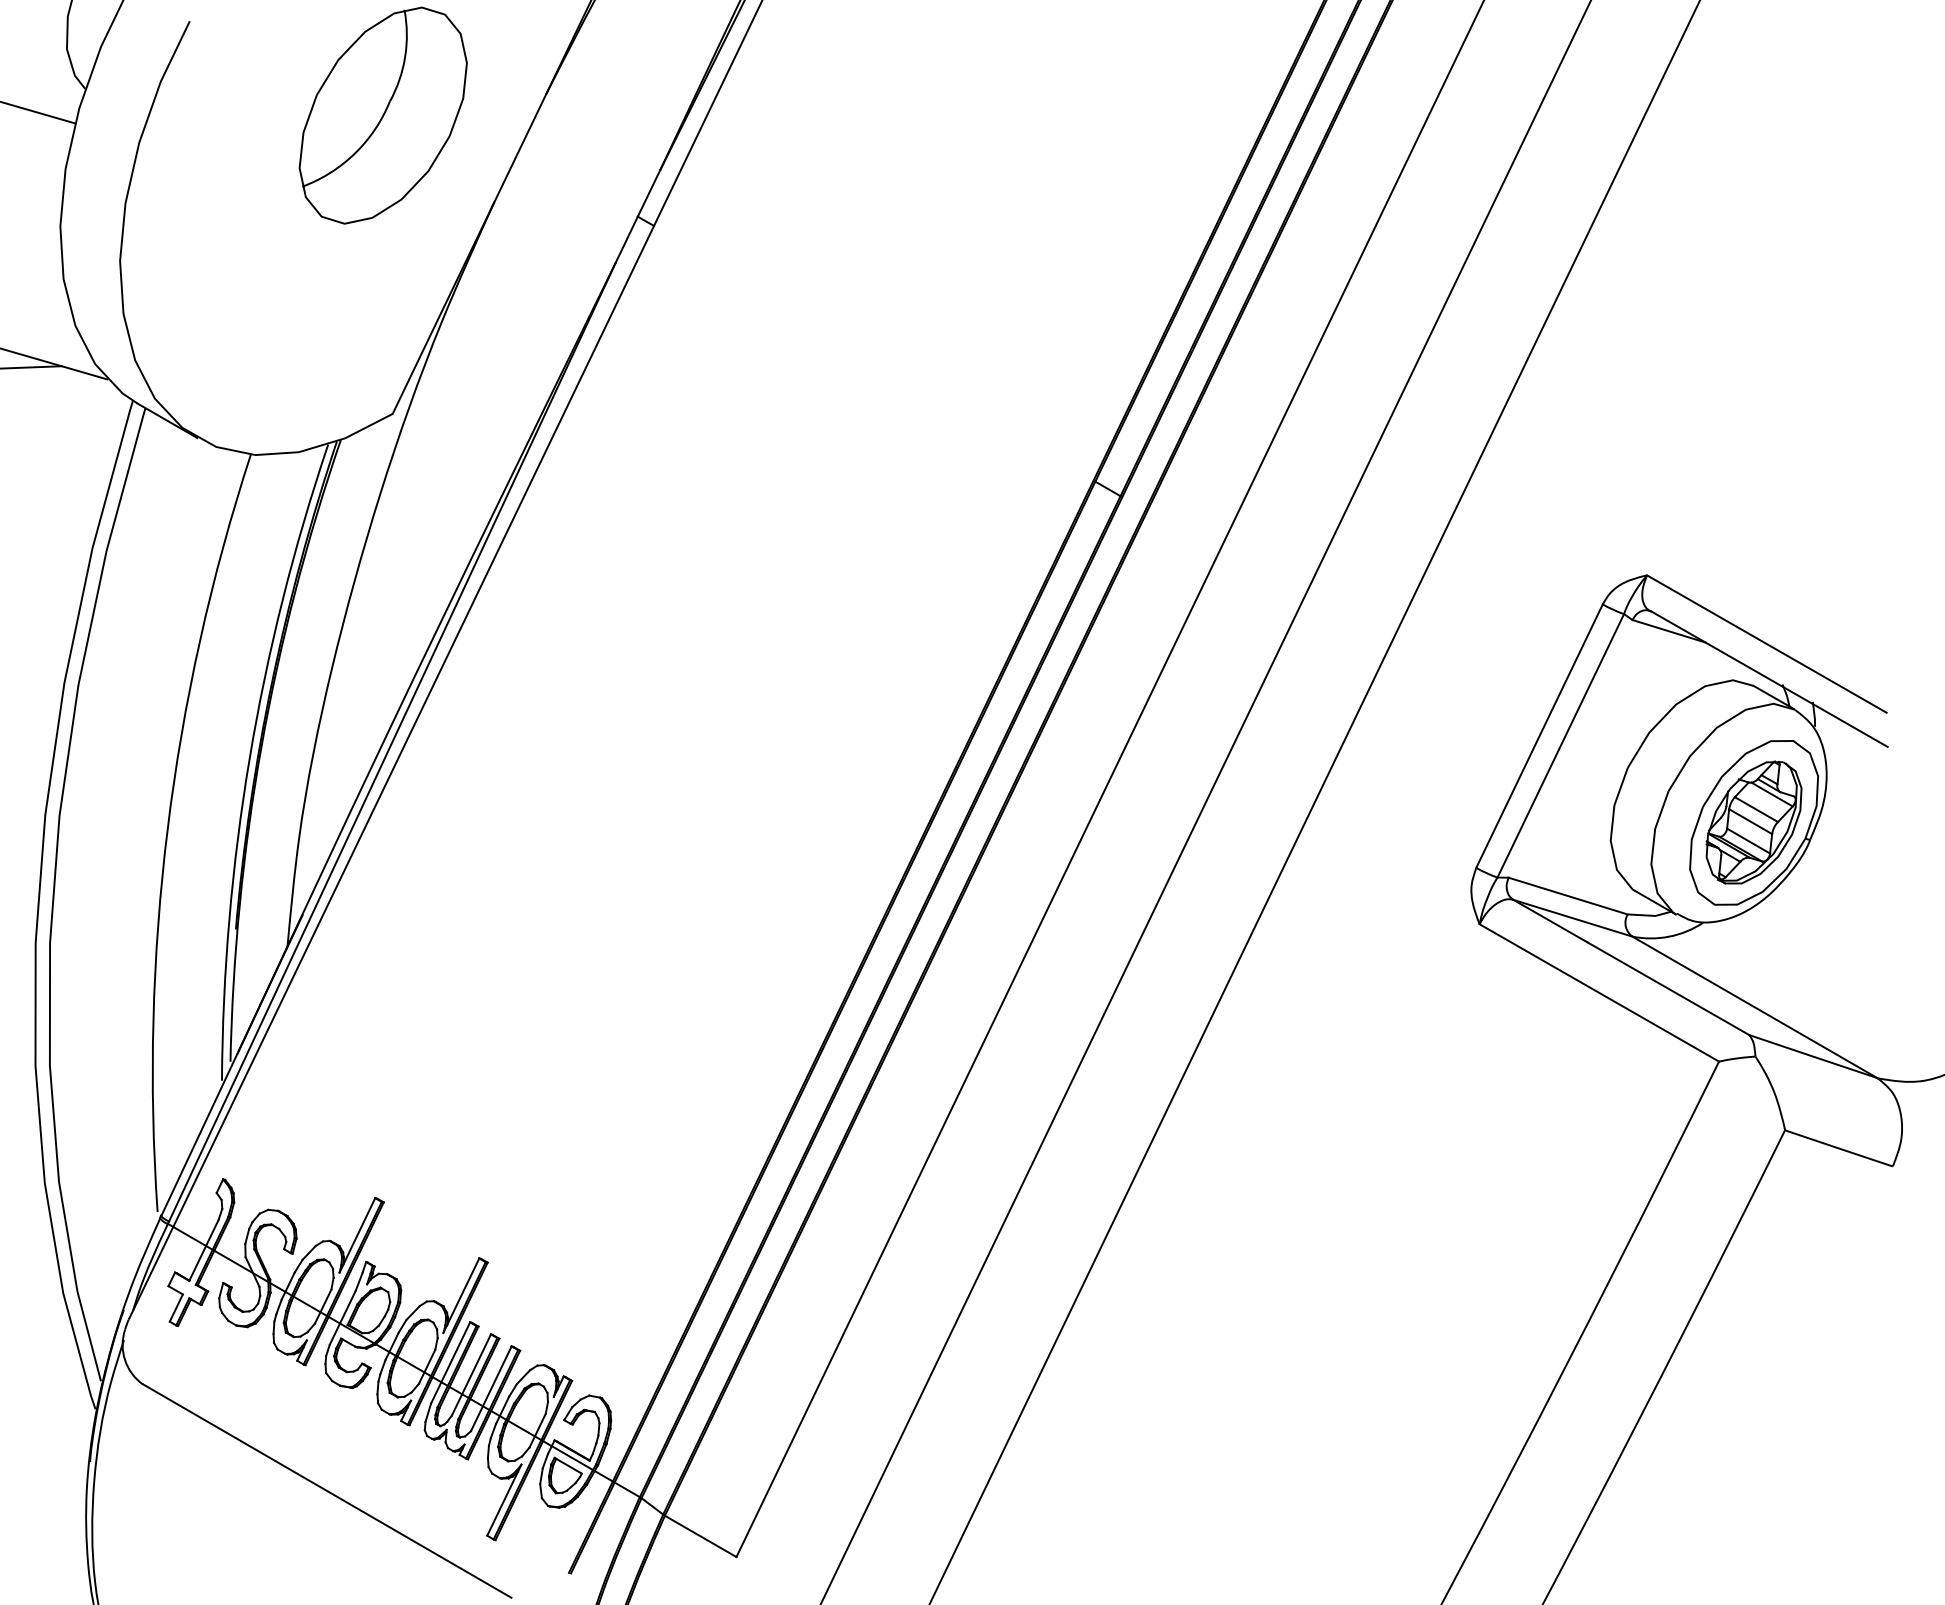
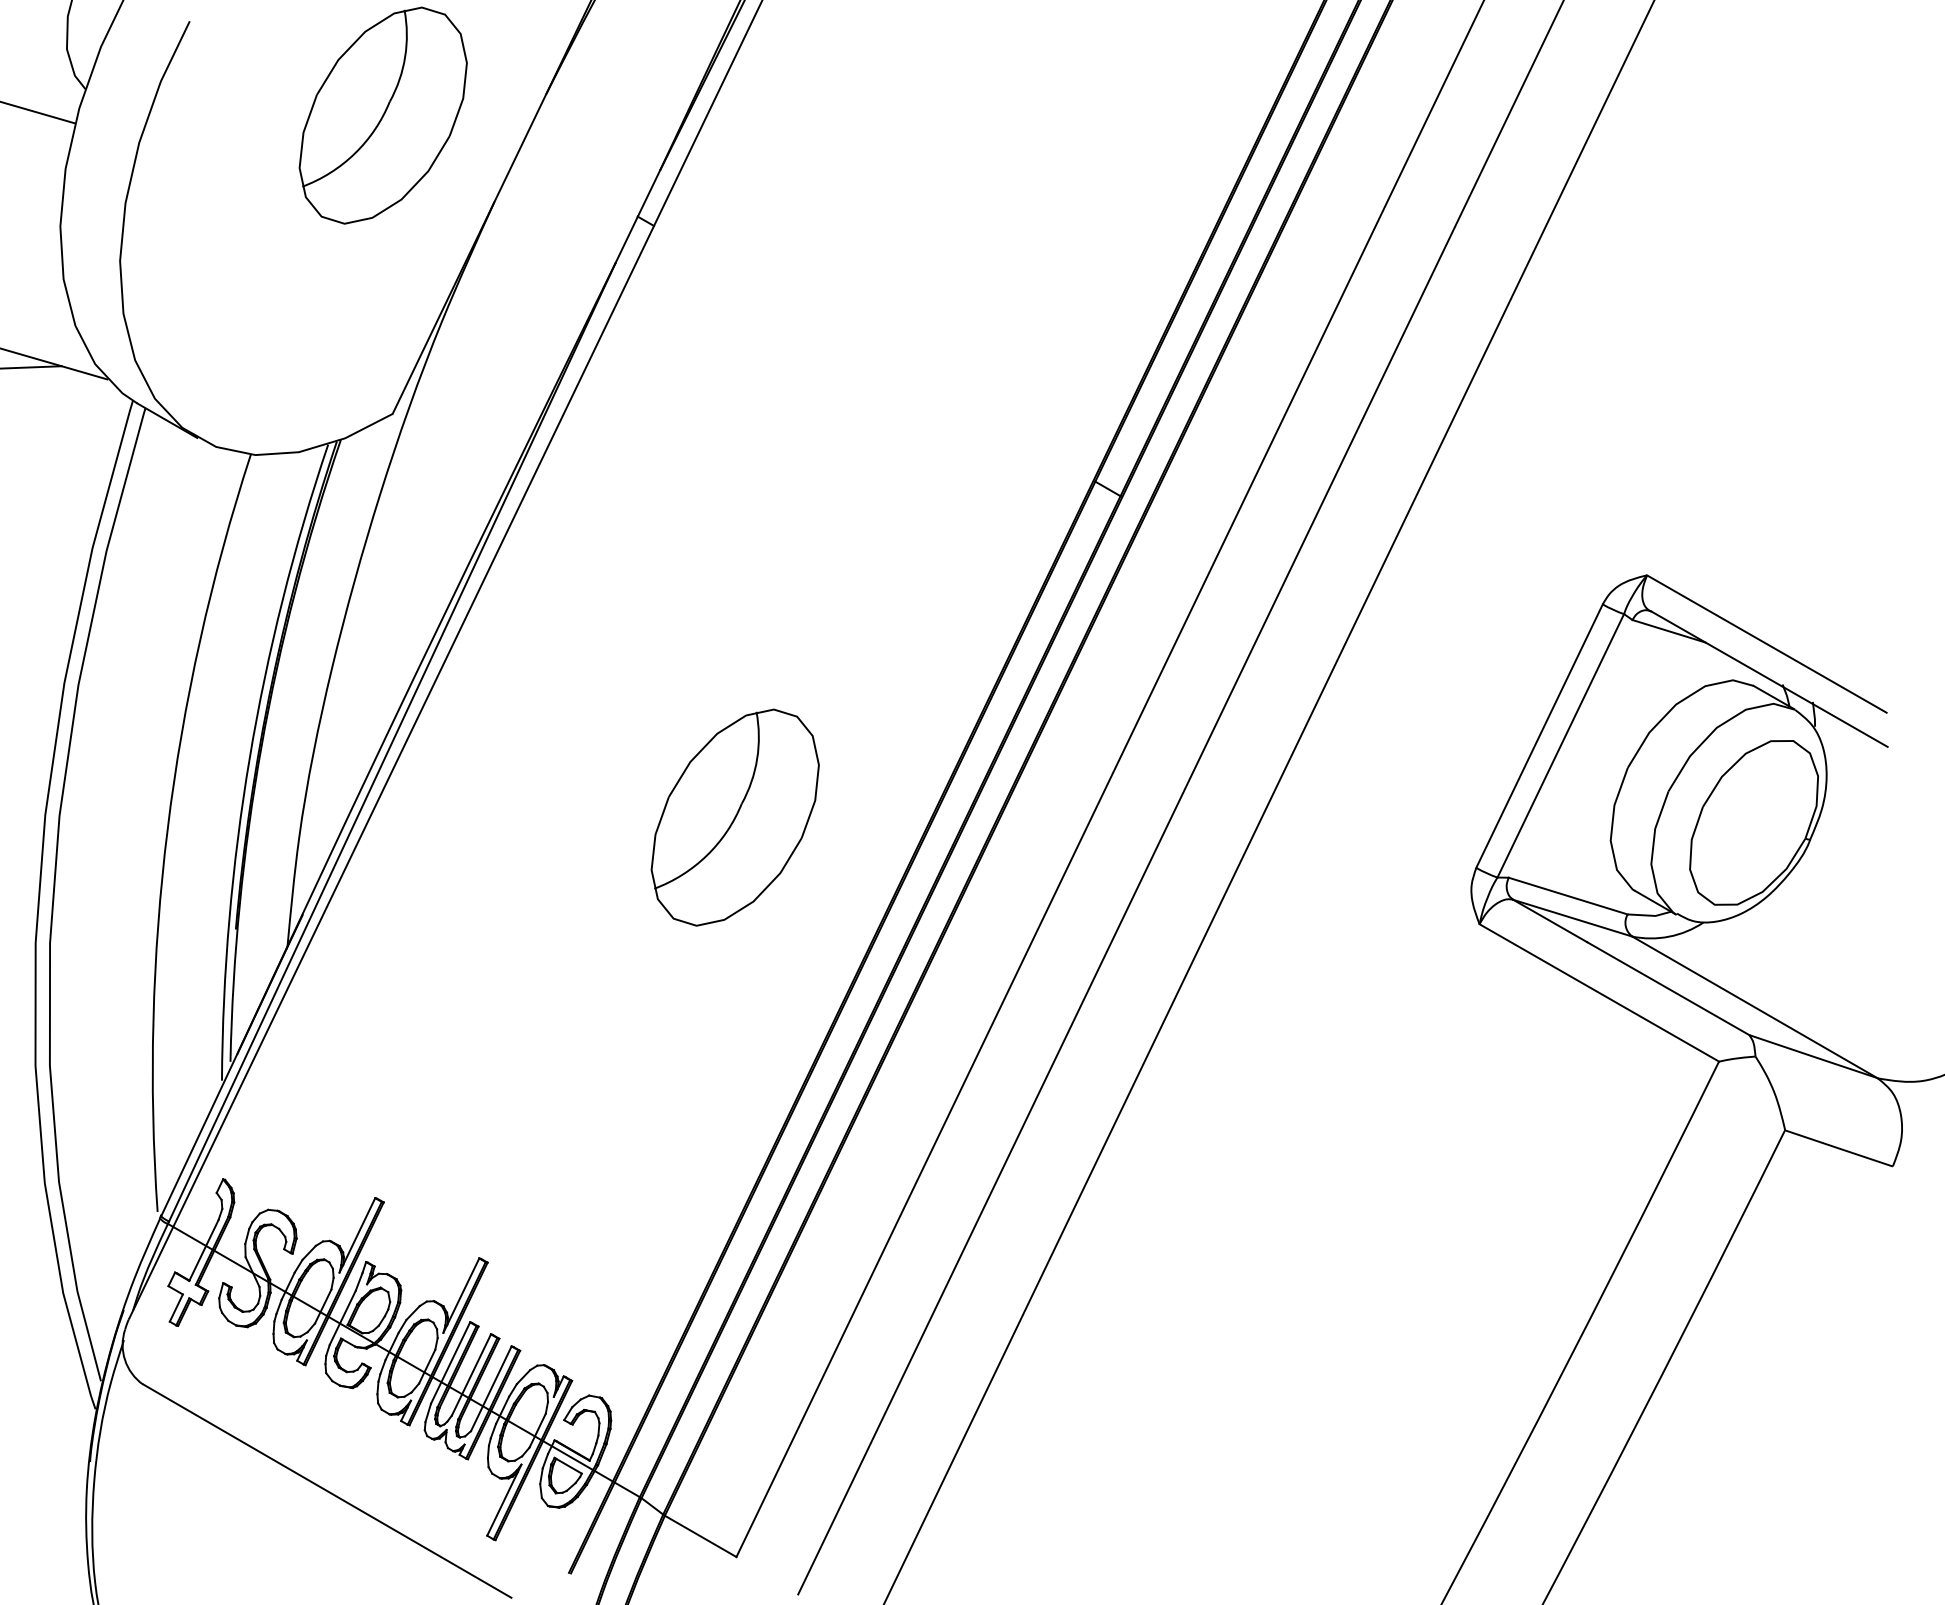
line at (1205, 801) position: (1205, 801) -> (1180, 798)
line at (1314, 801) position: (1314, 801) -> (1269, 801)
part at (734, 817): none -> present
part at (1753, 822): present -> none
